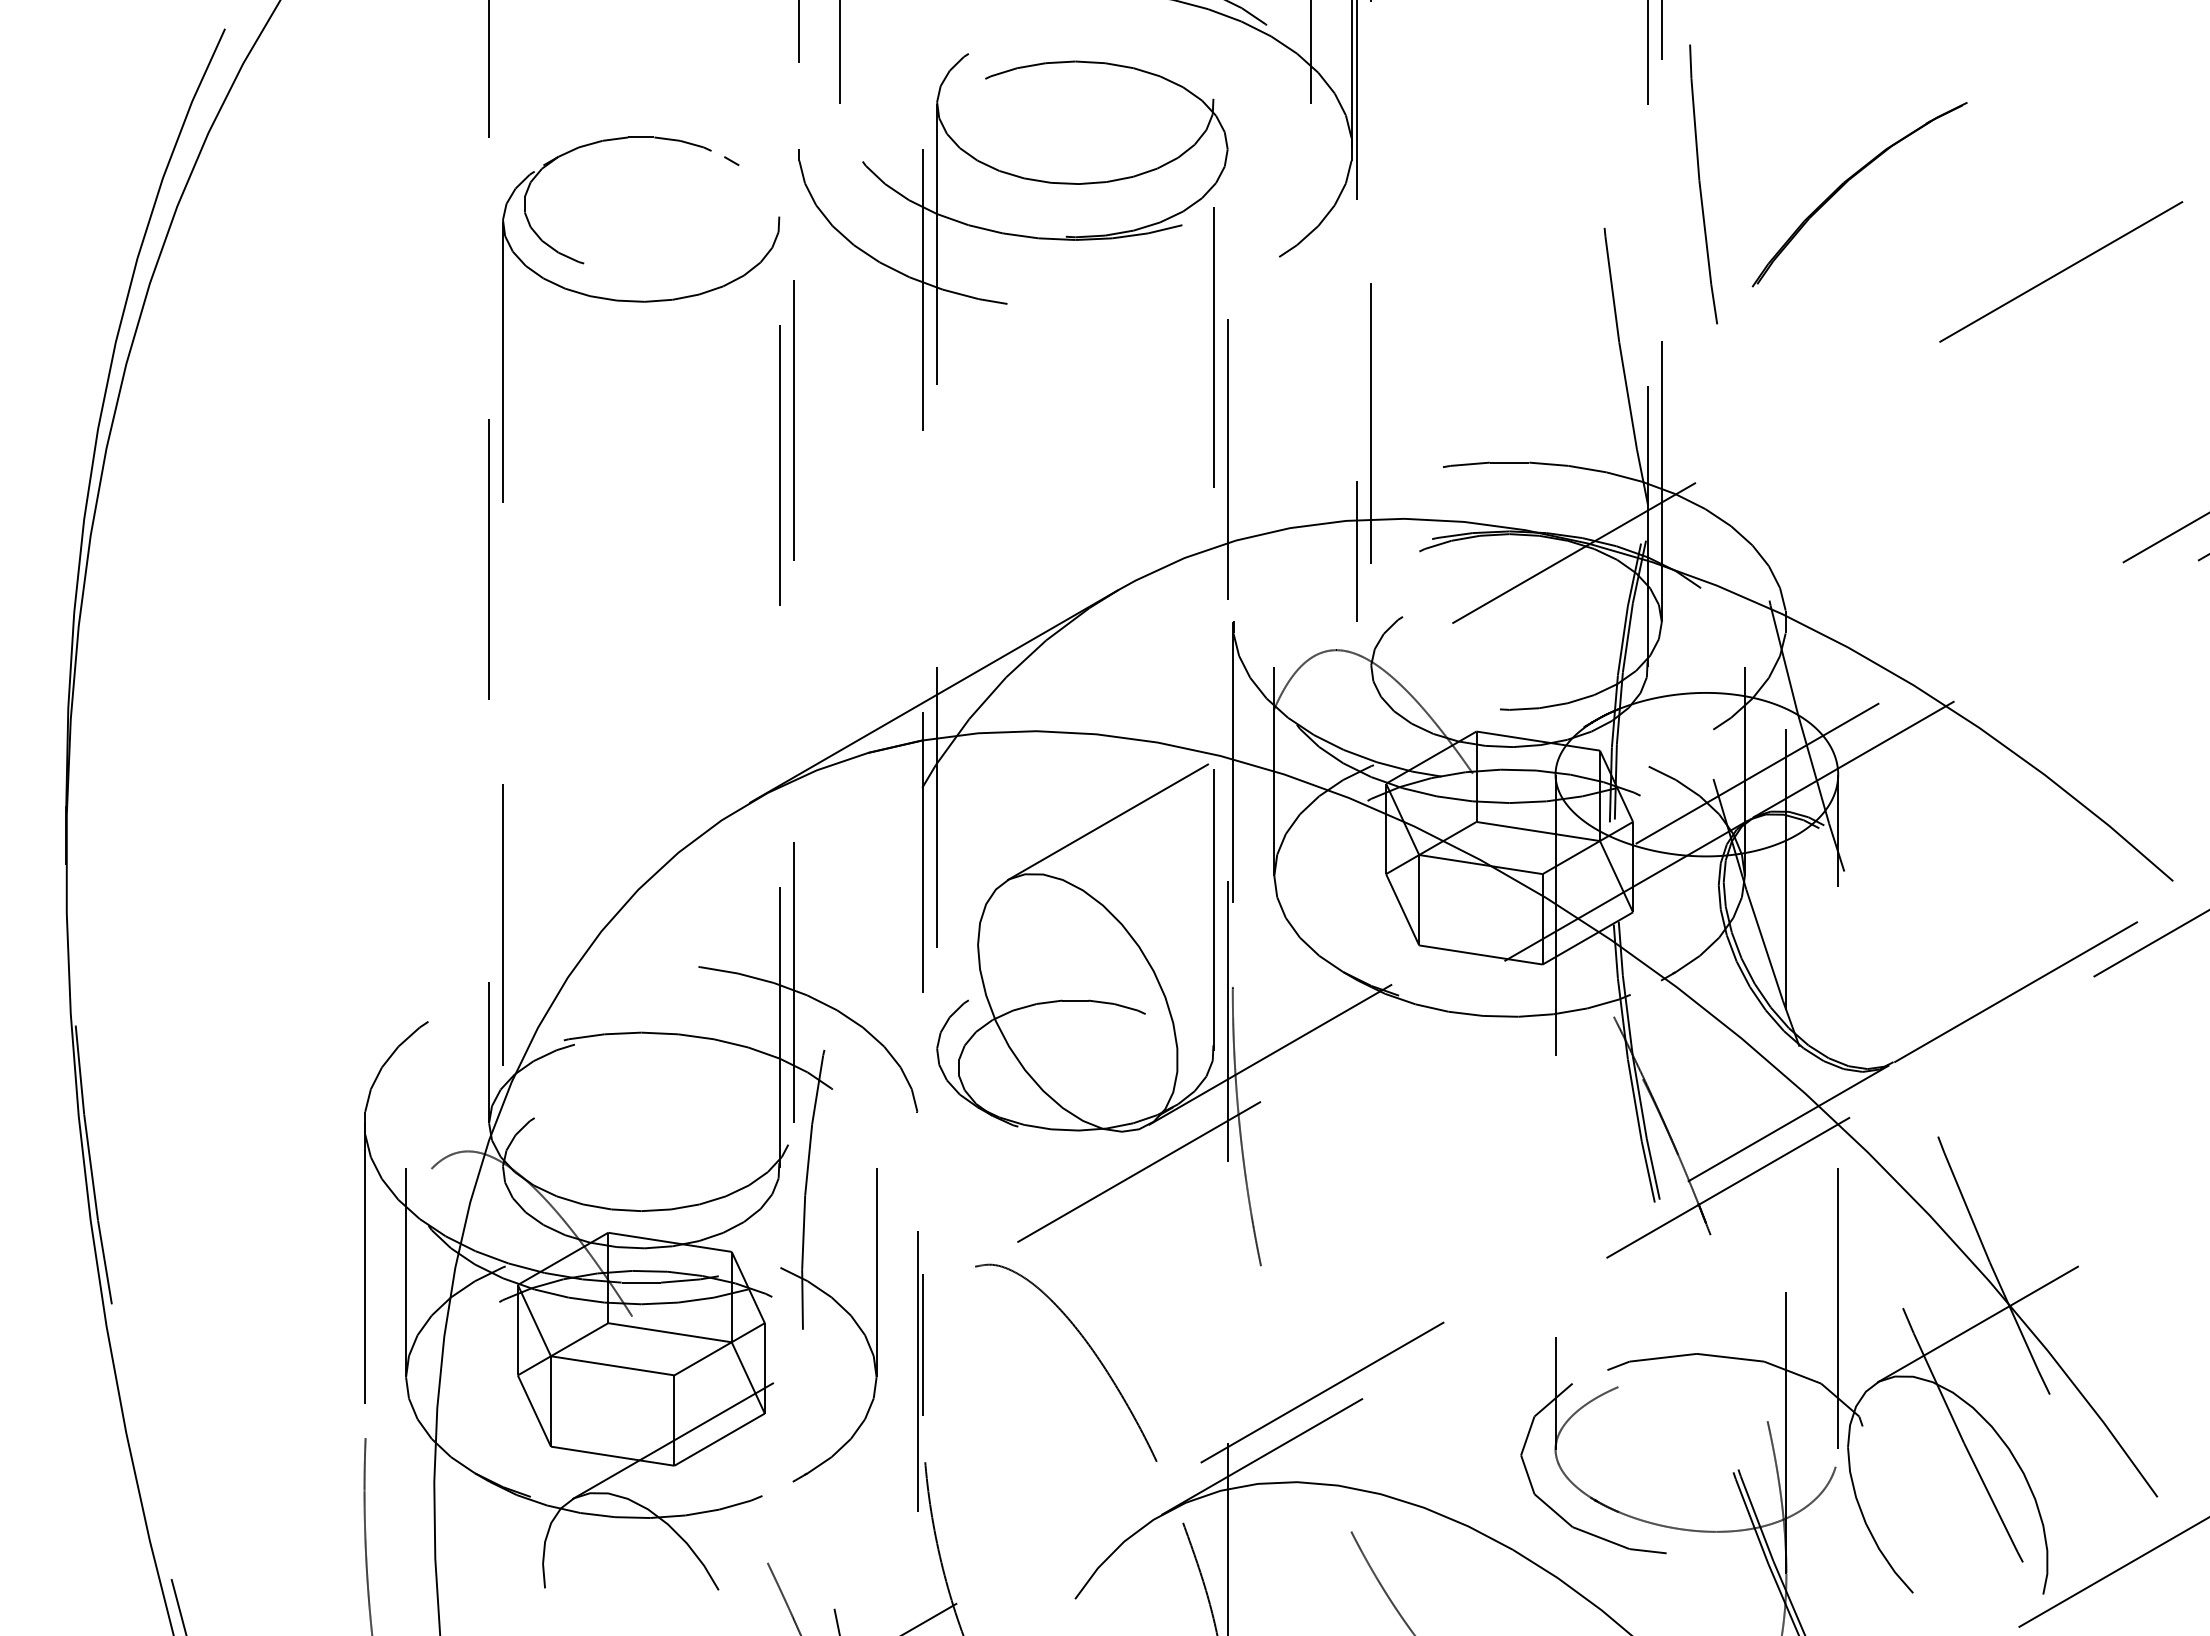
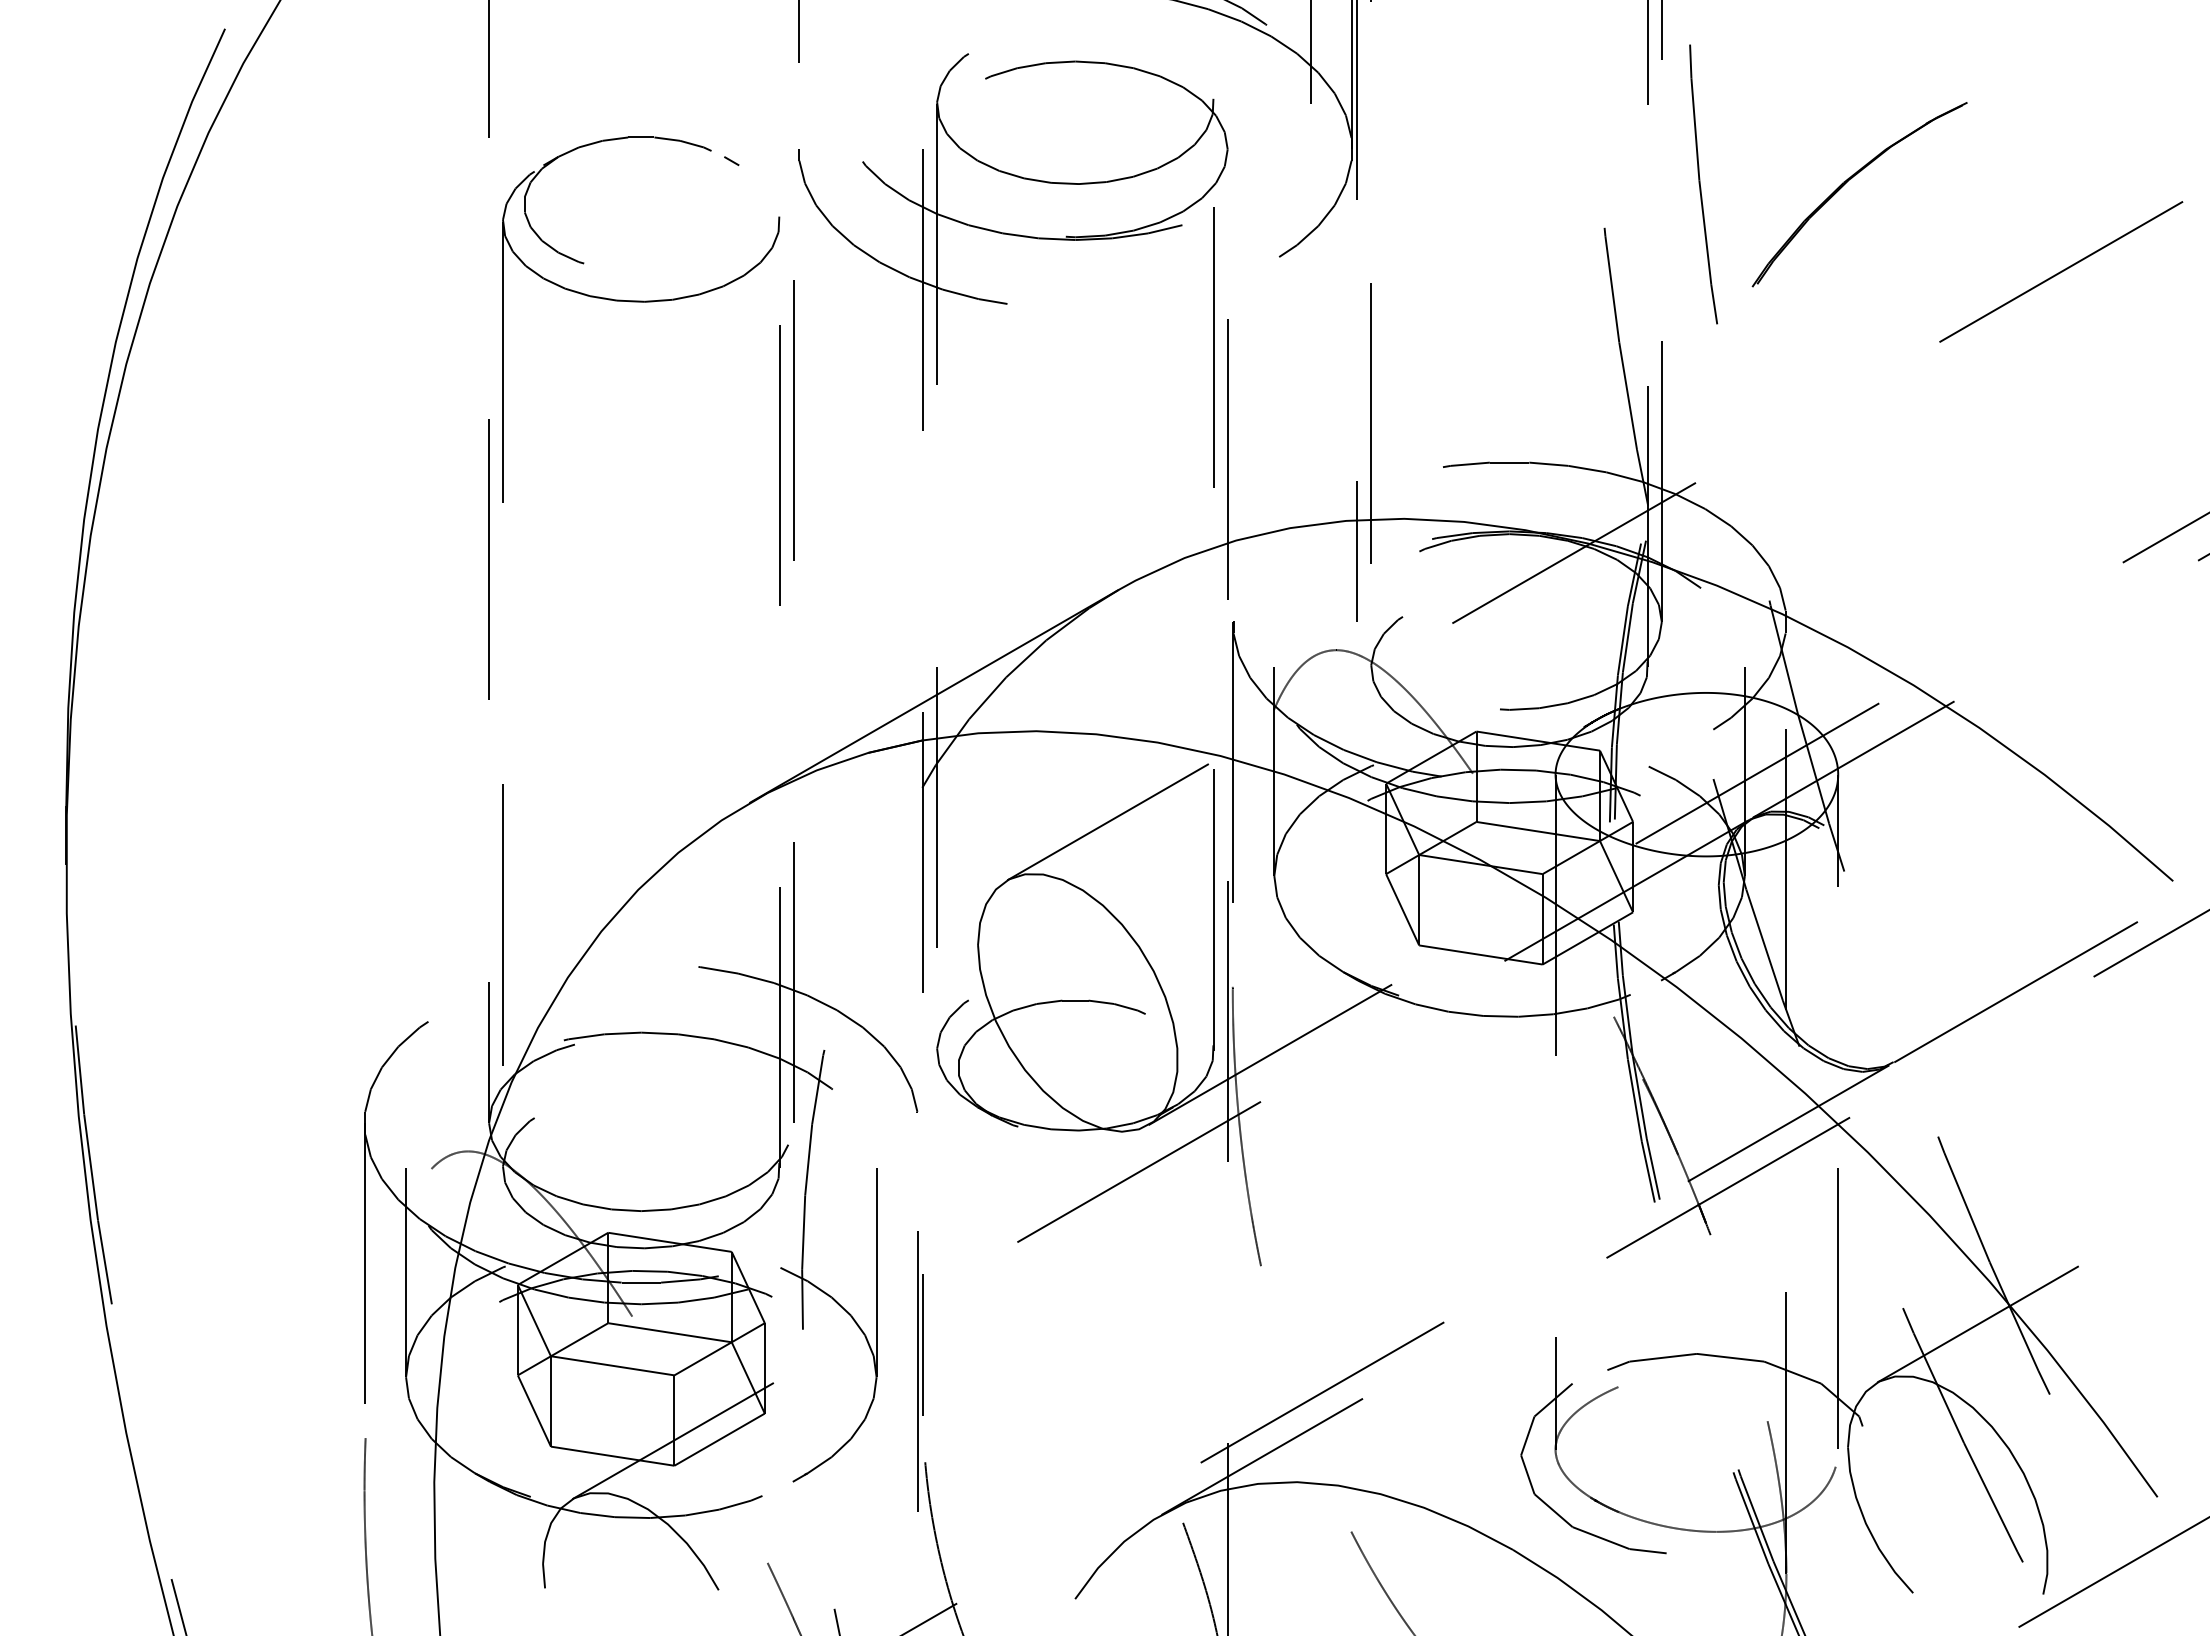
line at (840, 53): present -> none
curve at (1088, 1346): present -> none
